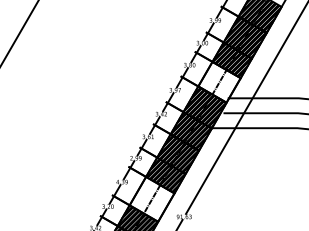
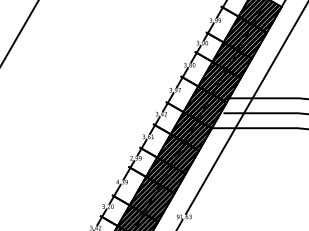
hatch at (219, 82): none -> present
hatch at (151, 199): none -> present
